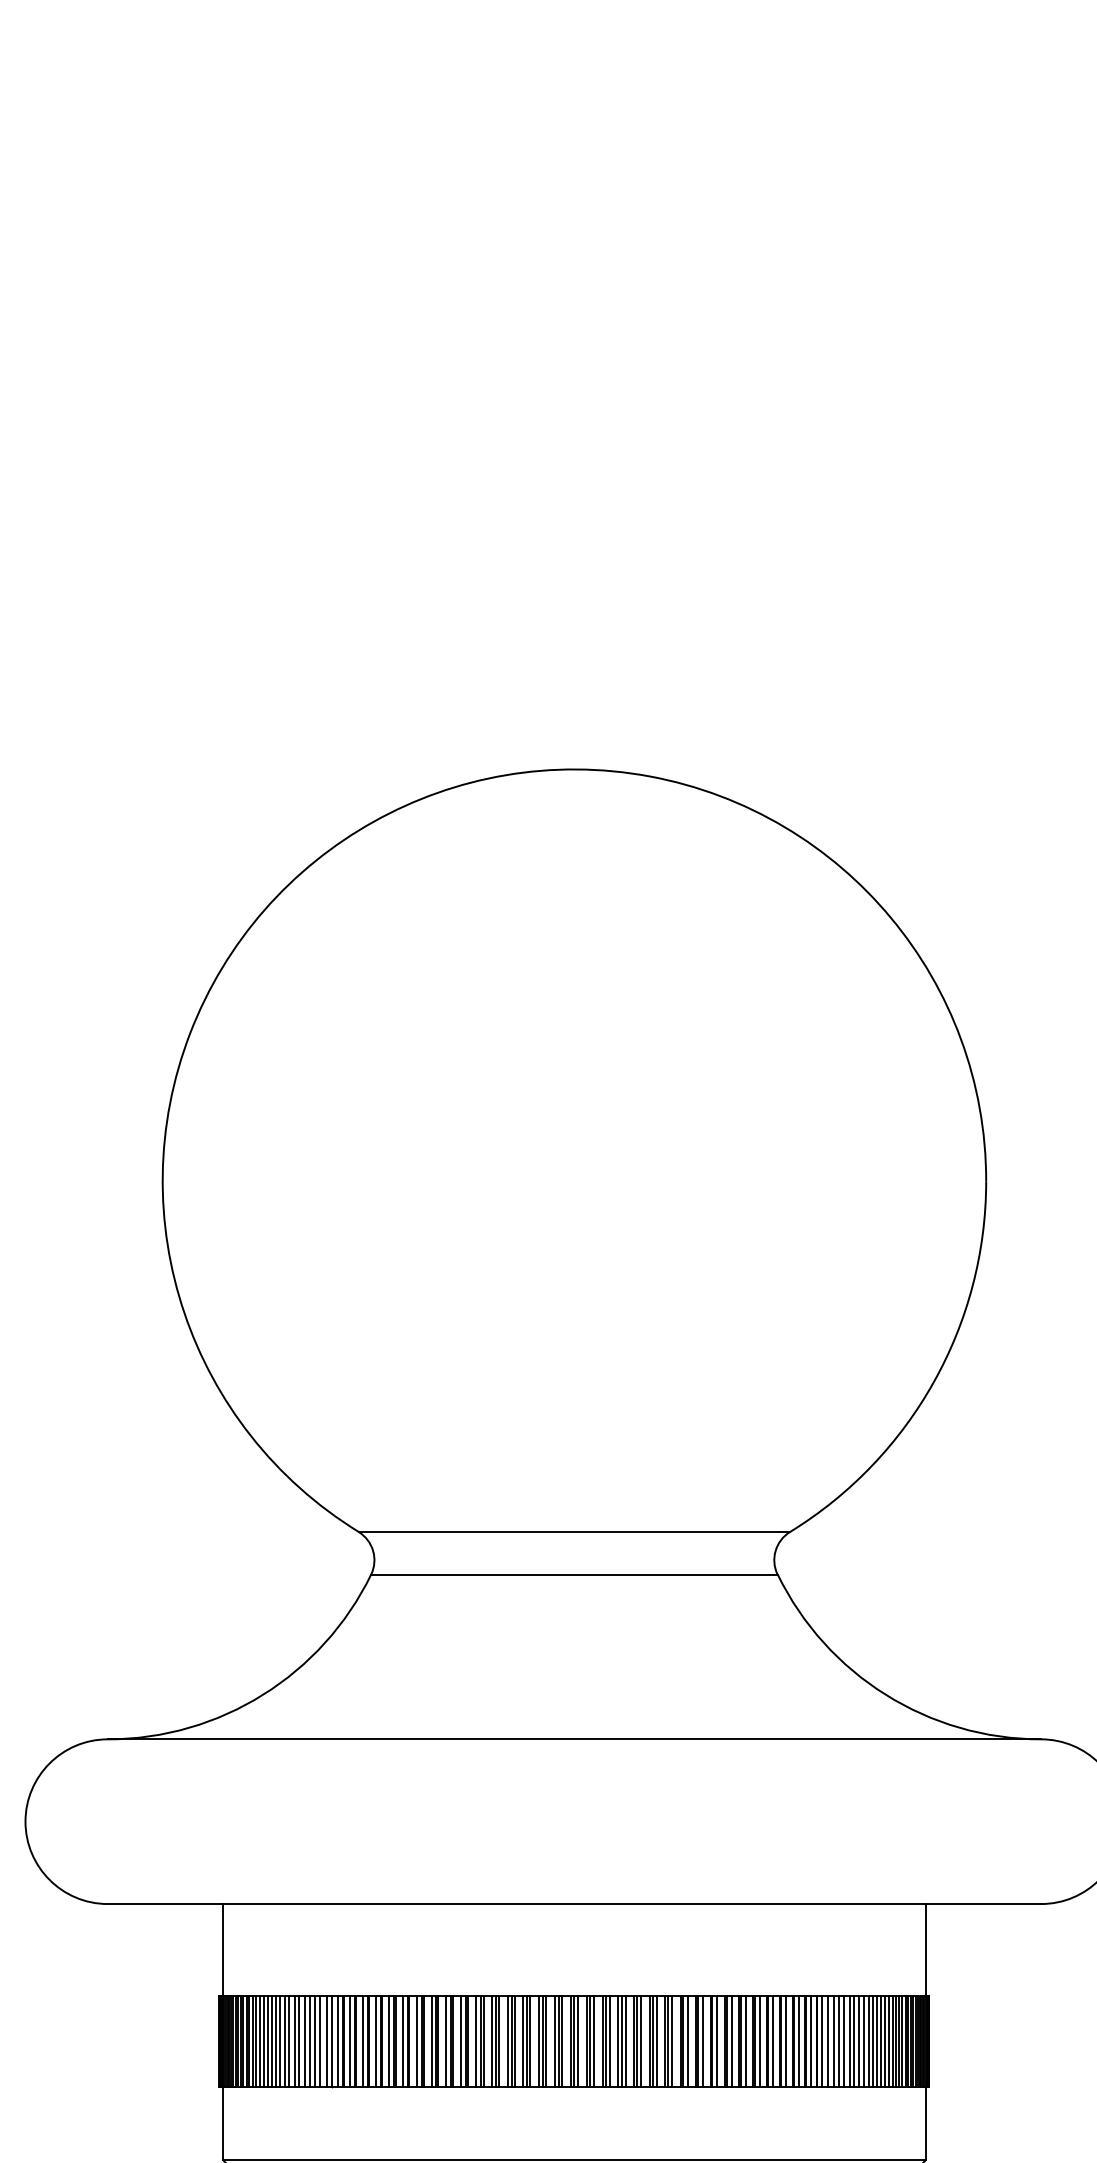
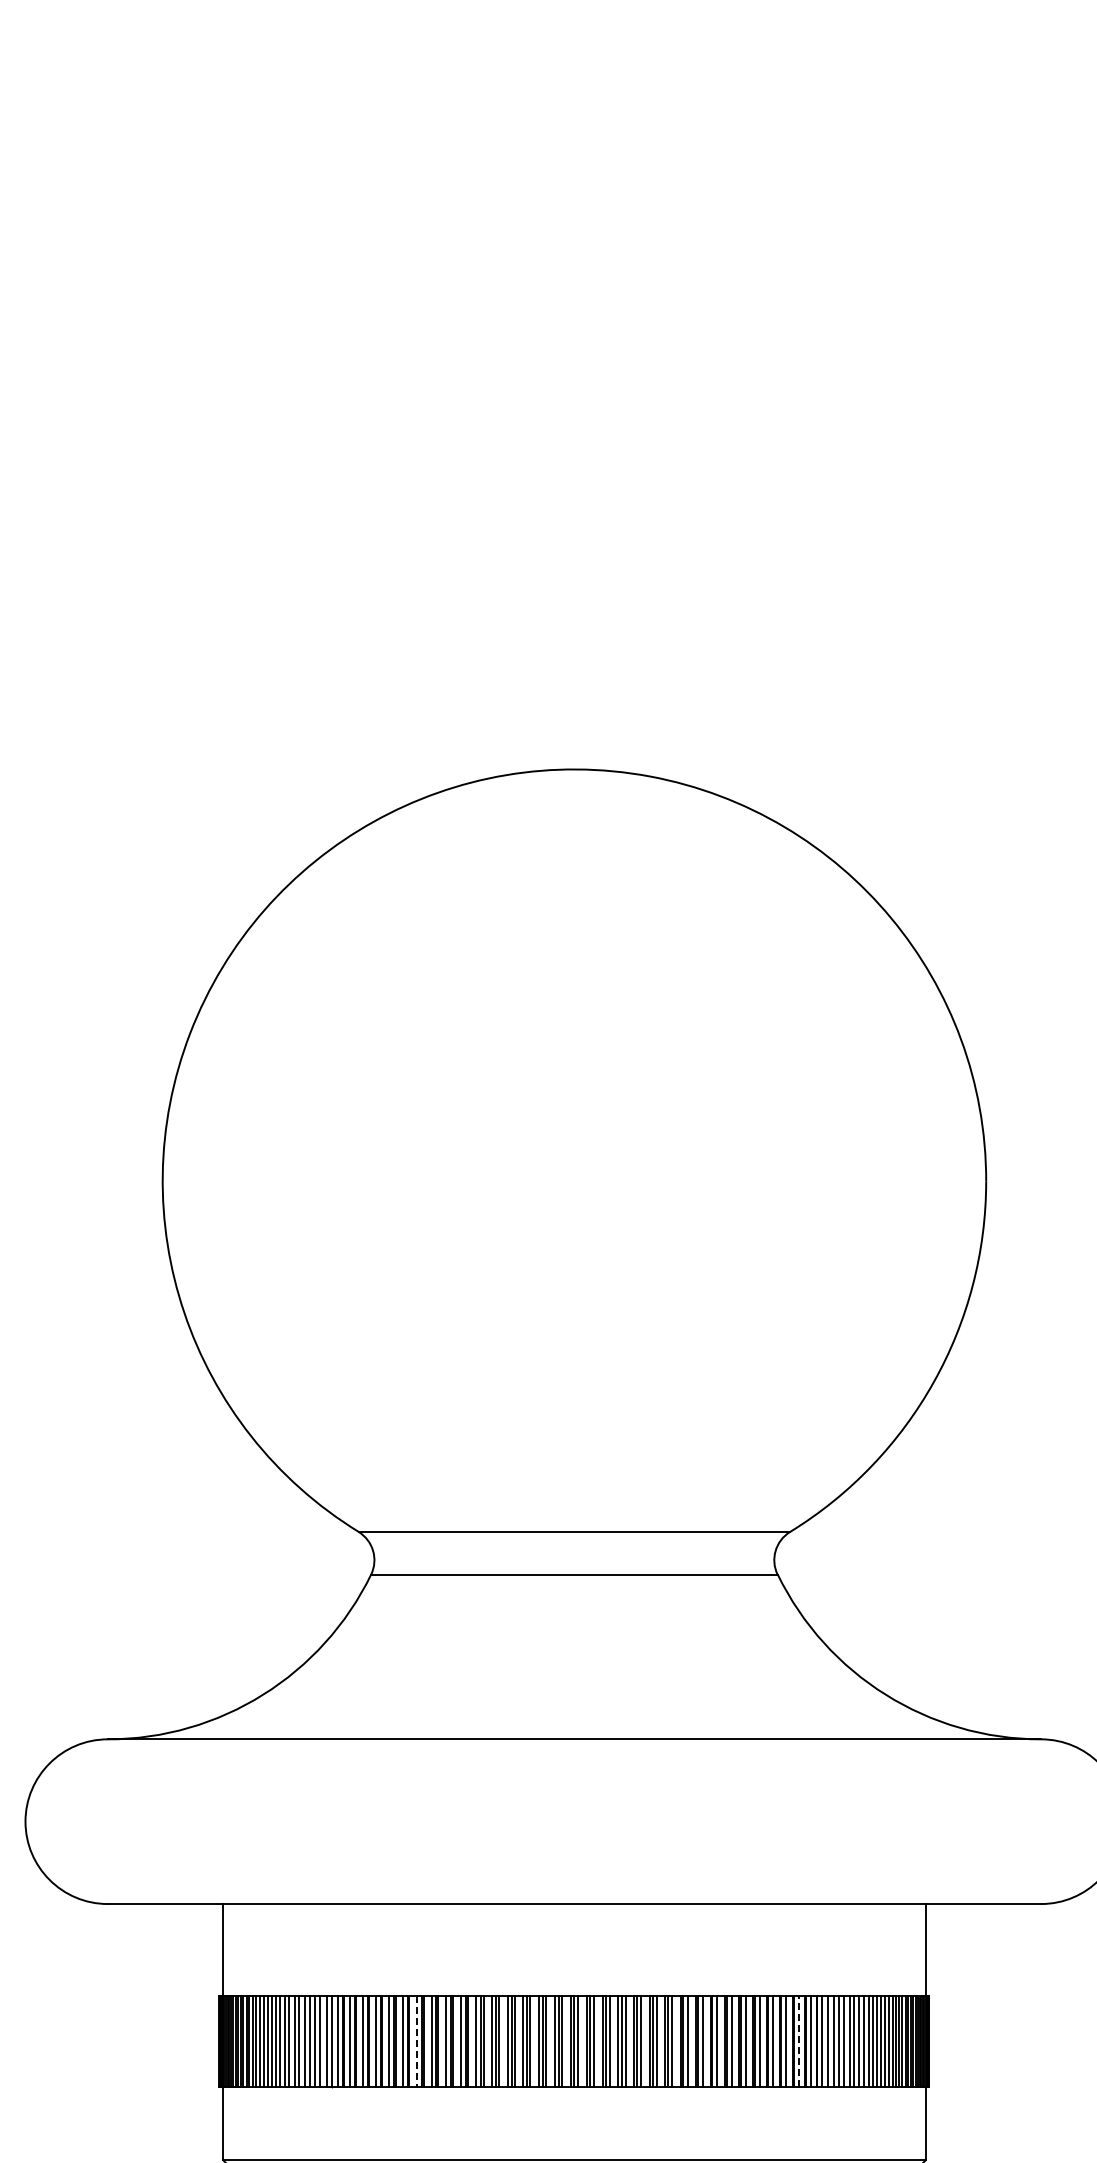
line at (417, 2041): solid -> dashed
line at (798, 2041): solid -> dashed
